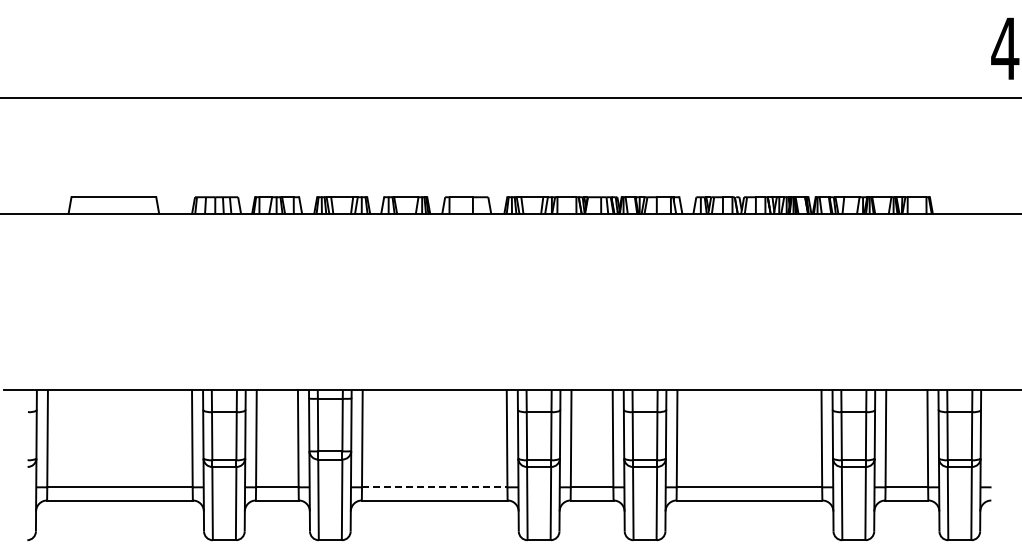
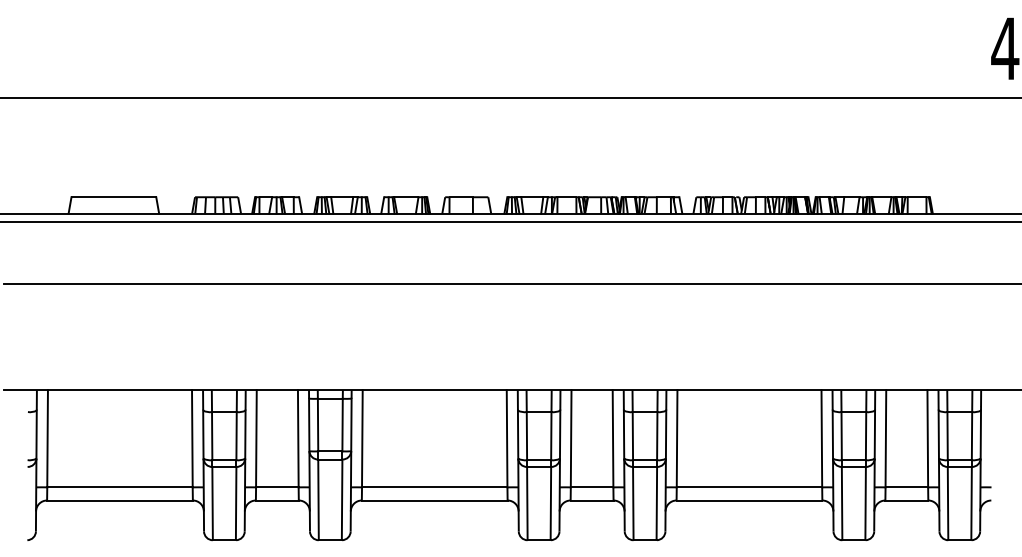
line at (510, 222): none -> present
line at (510, 284): none -> present
line at (434, 487): dashed -> solid
